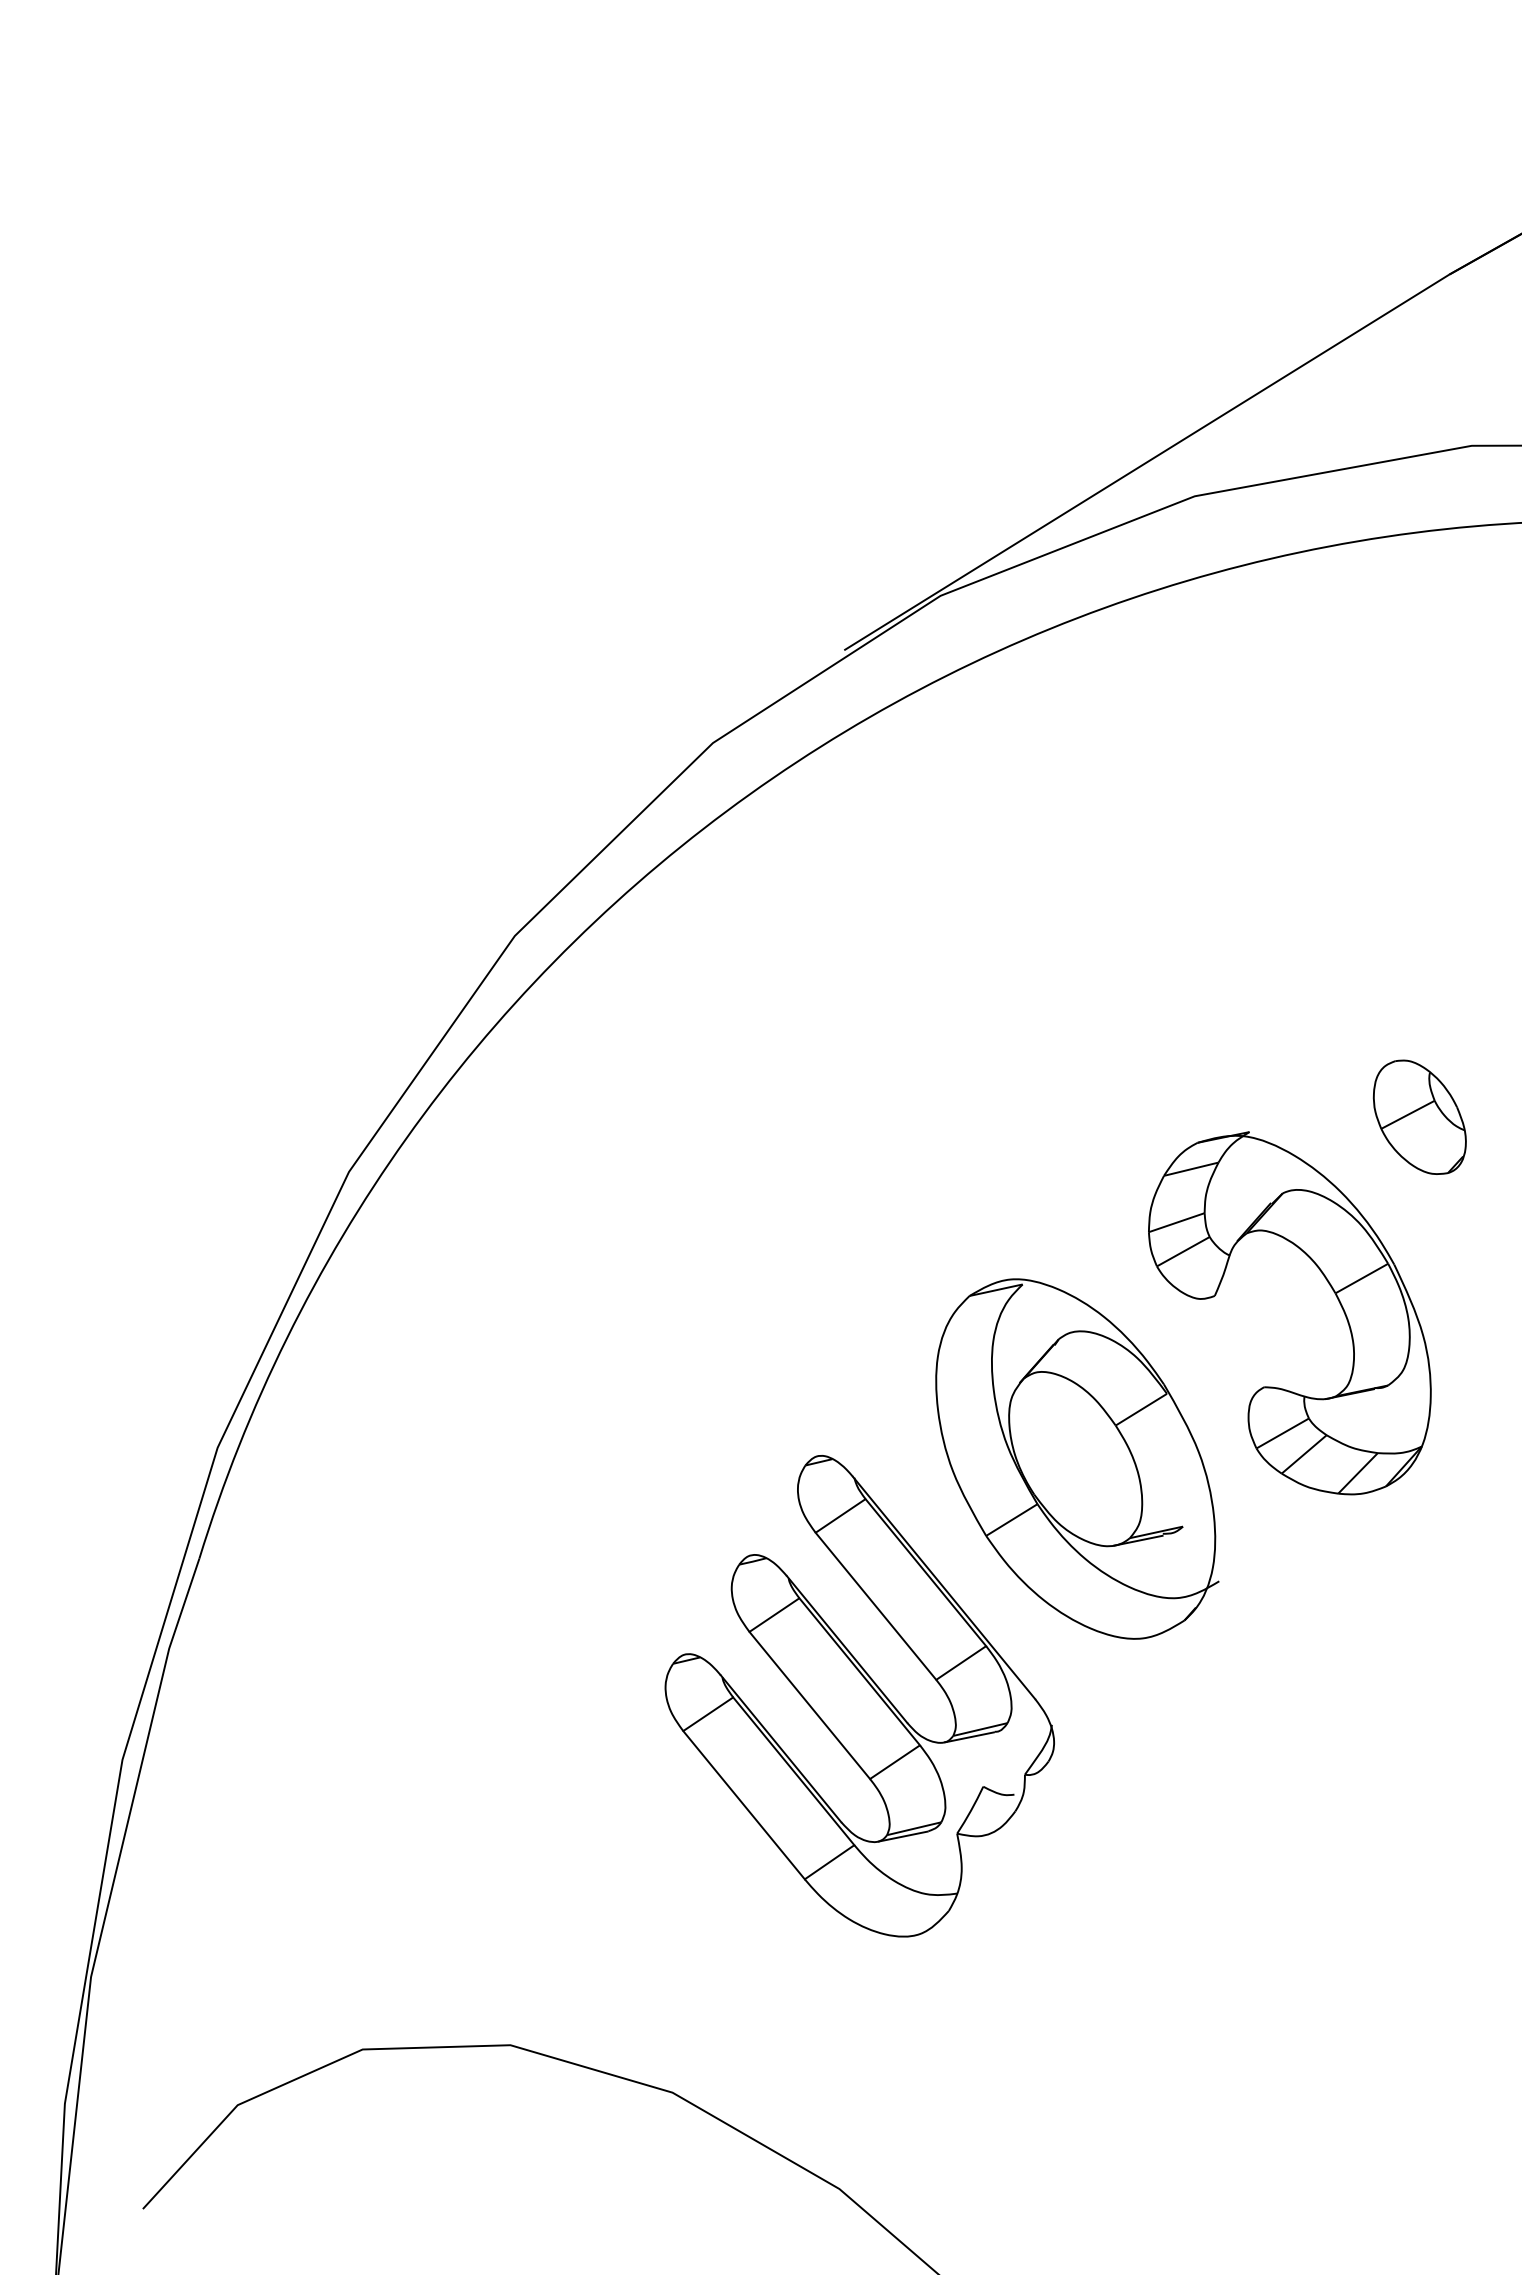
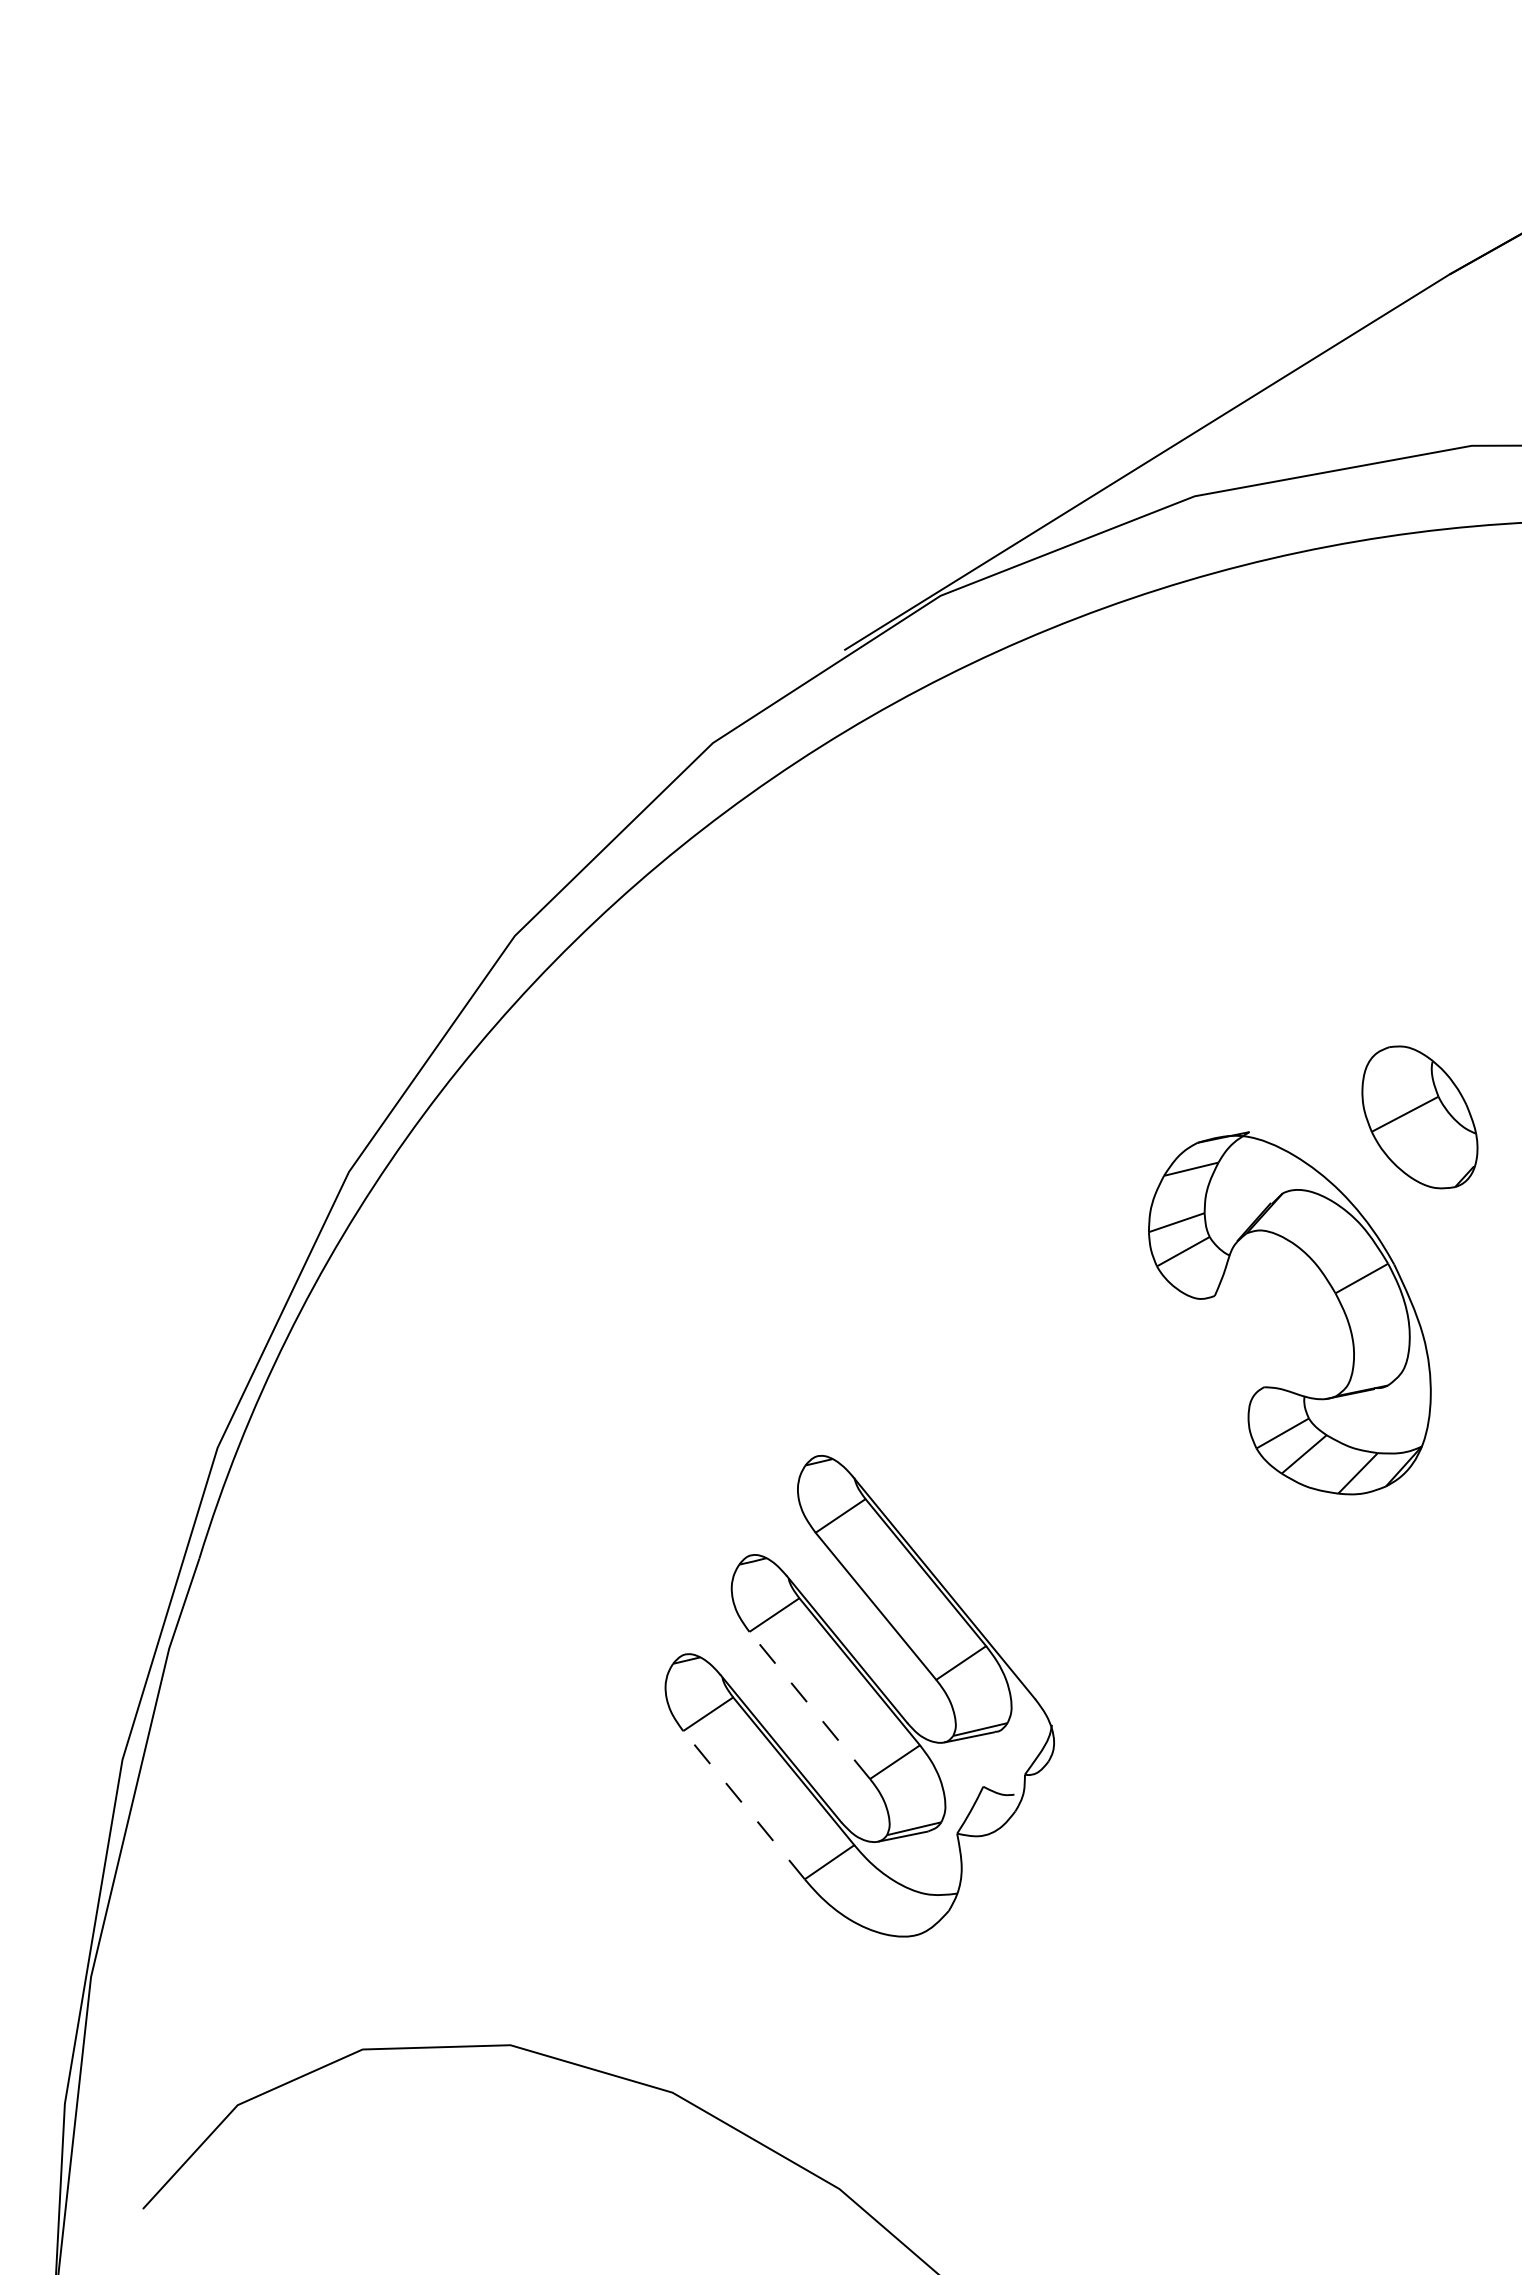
part at (1419, 1116) size: 95x116 px -> 118x145 px
part at (1077, 1458): present -> none
line at (809, 1705): solid -> dashed
line at (744, 1805): solid -> dashed
